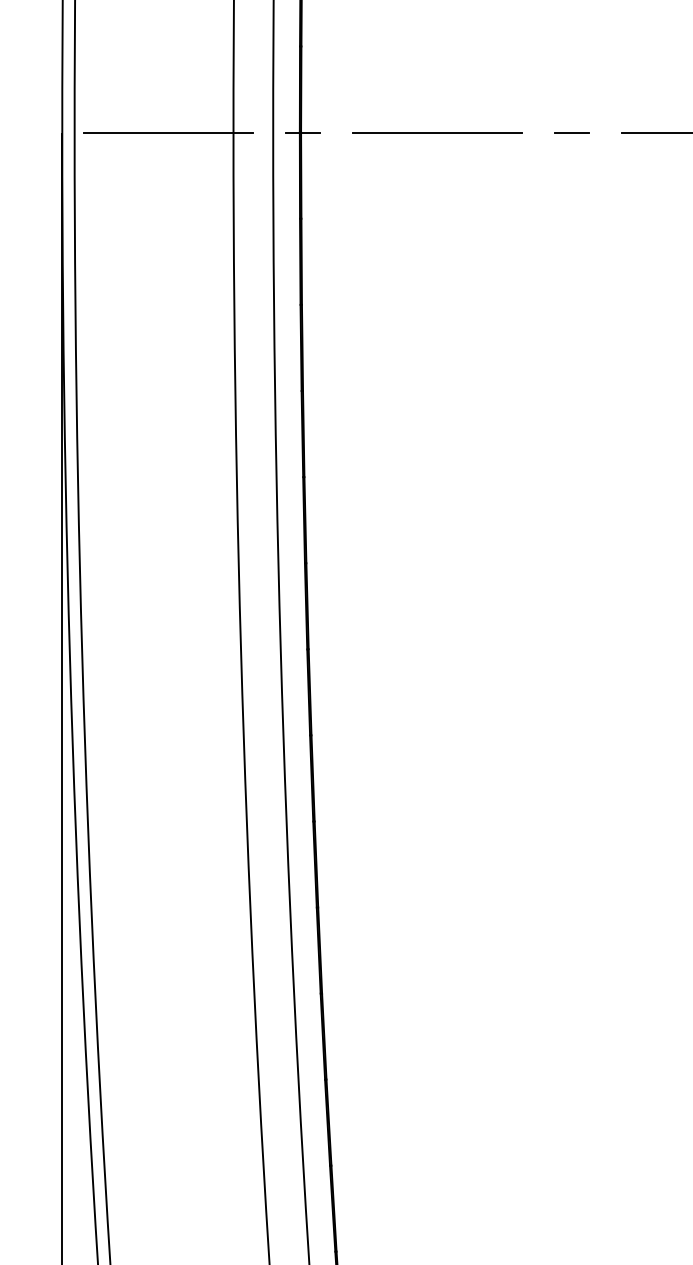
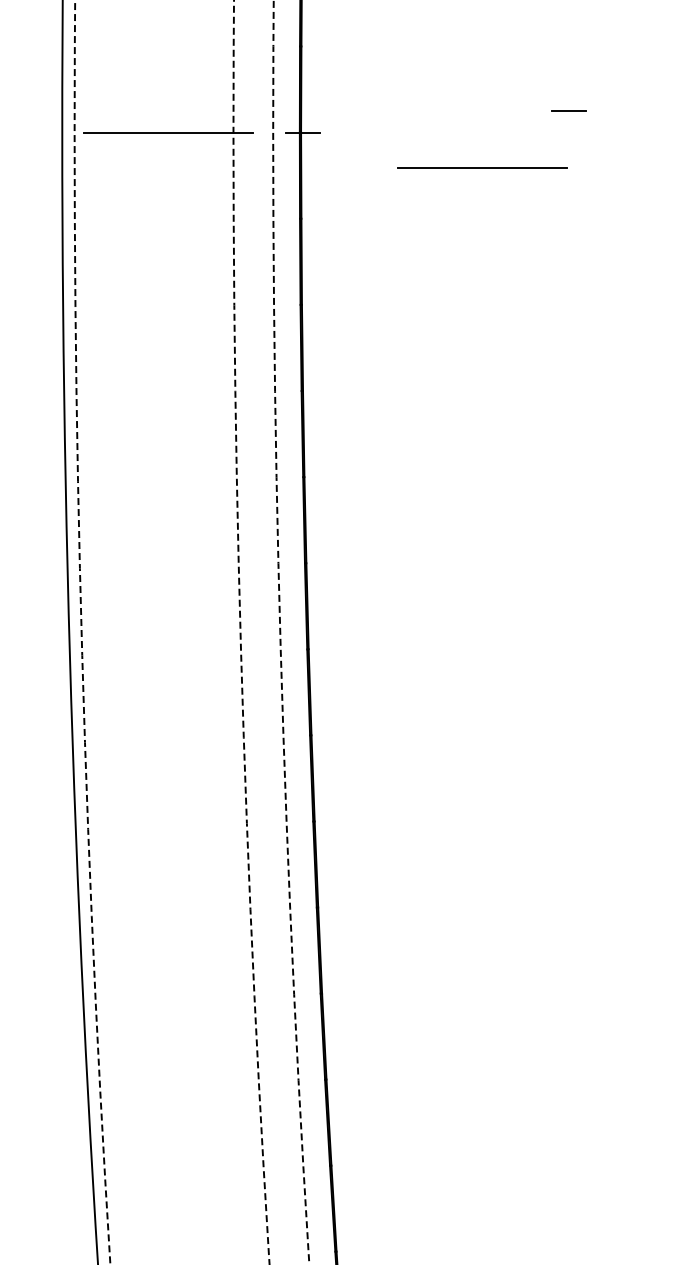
line at (437, 132) position: (437, 132) -> (482, 167)
line at (571, 132) position: (571, 132) -> (568, 110)
line at (655, 132): present -> none
arc at (81, 633): solid -> dashed
arc at (240, 633): solid -> dashed
arc at (280, 633): solid -> dashed
line at (62, 697): present -> none
